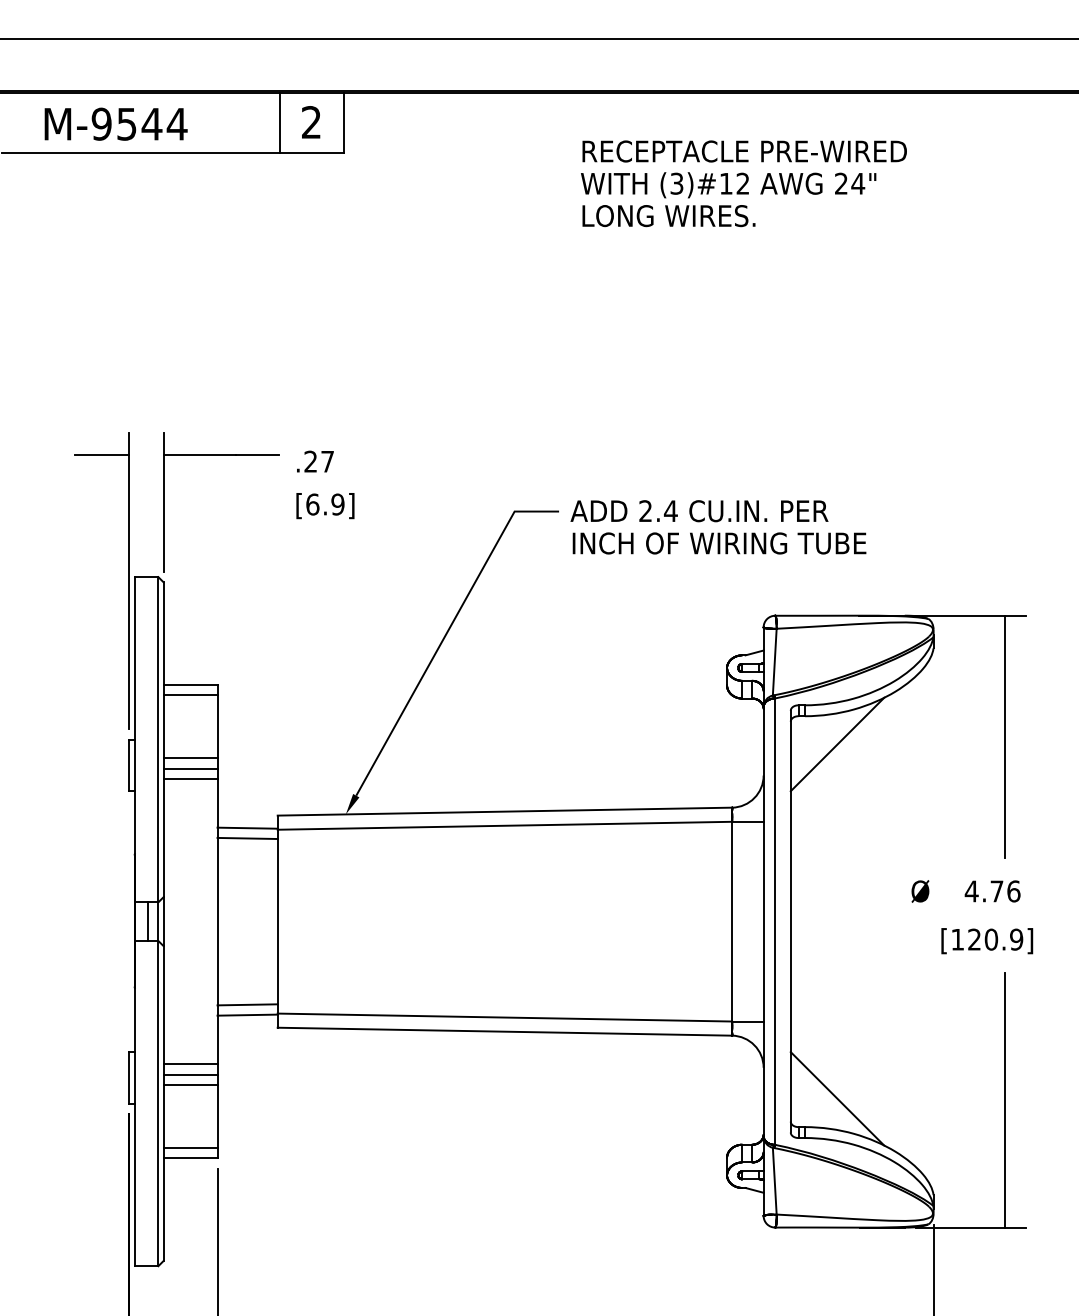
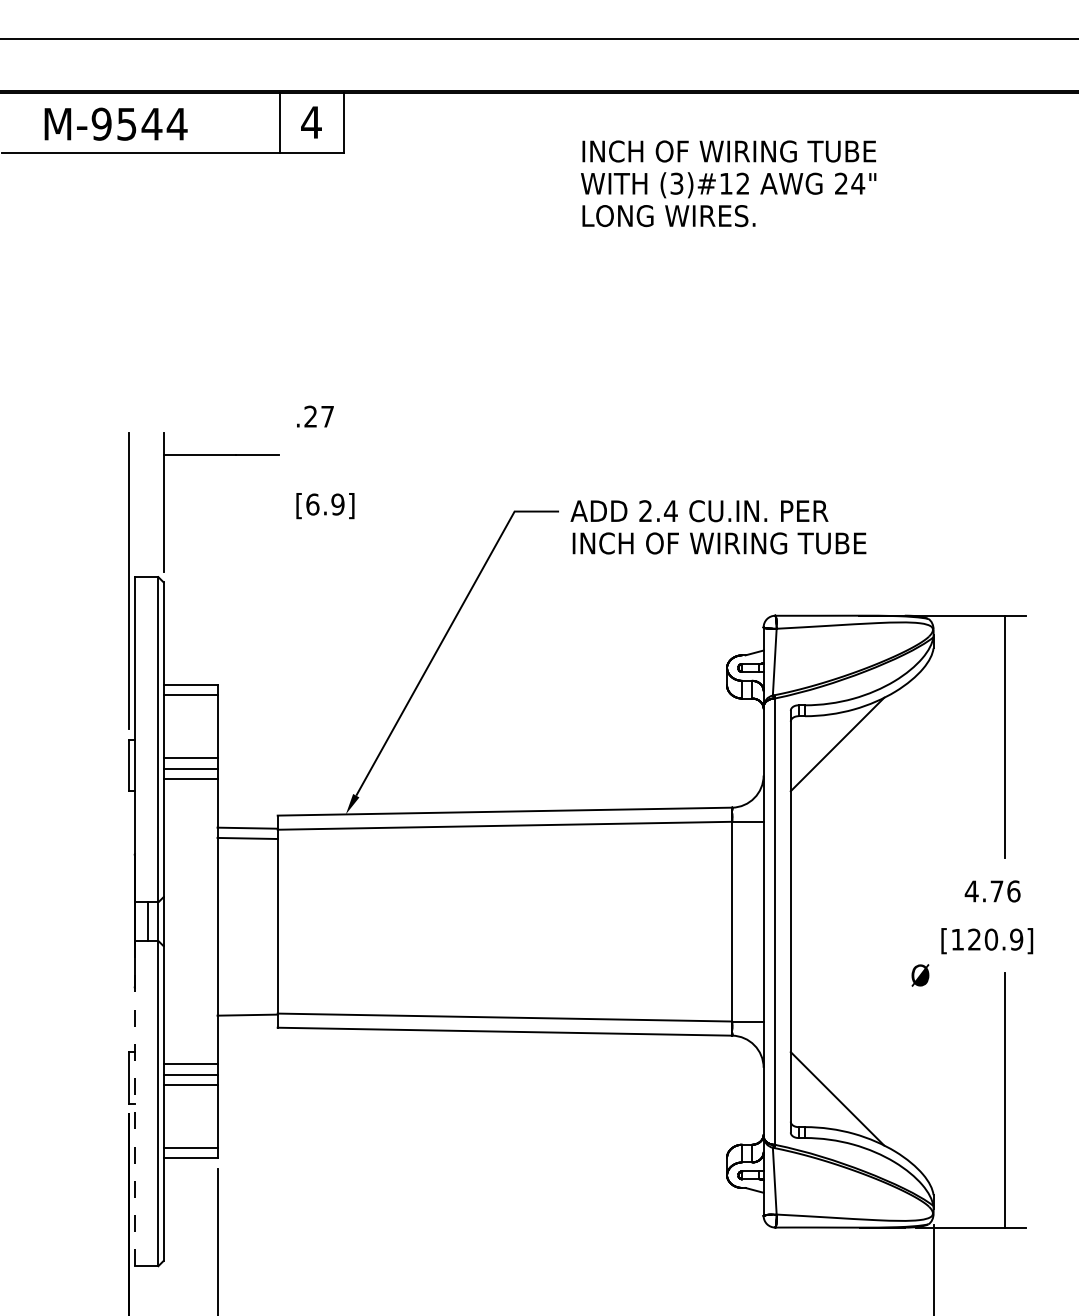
text at (311, 122): 2 -> 4
text at (745, 151): RECEPTACLE PRE-WIRED -> INCH OF WIRING TUBE
line at (101, 454): present -> none
text at (315, 461) position: (315, 461) -> (315, 416)
text at (920, 891) position: (920, 891) -> (920, 975)
line at (247, 1004): present -> none
line at (135, 1103): solid -> dashed
